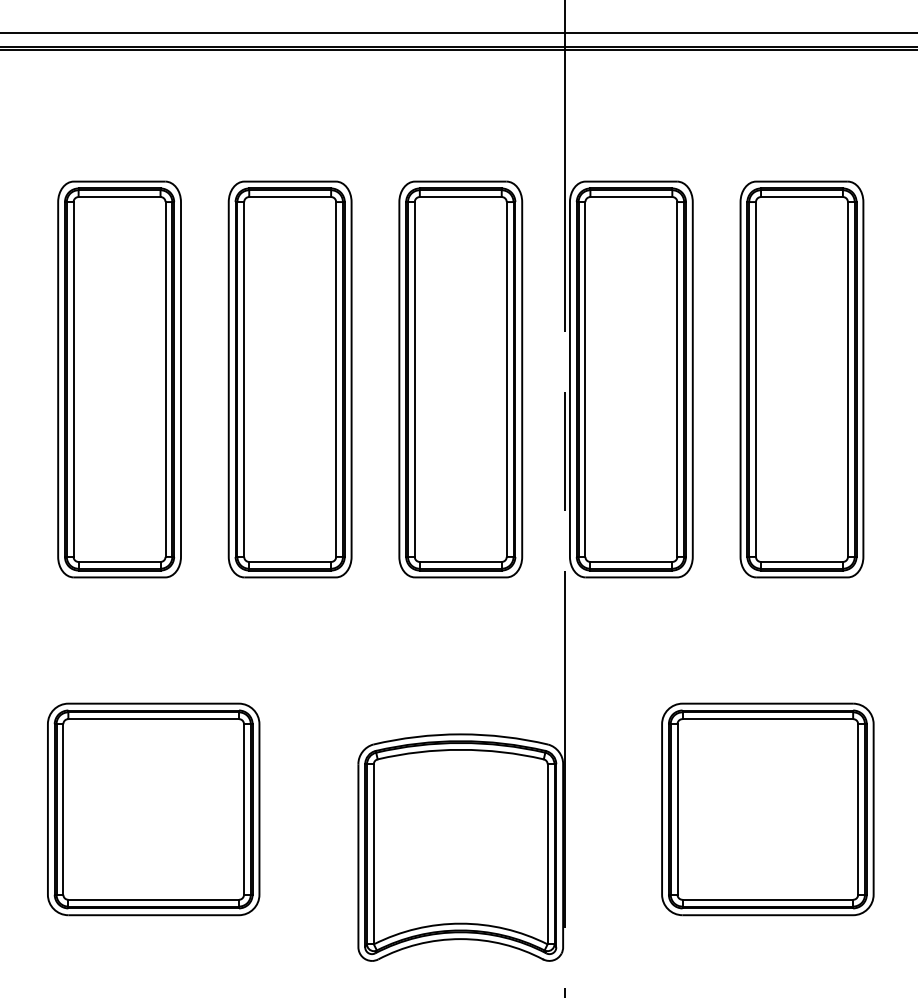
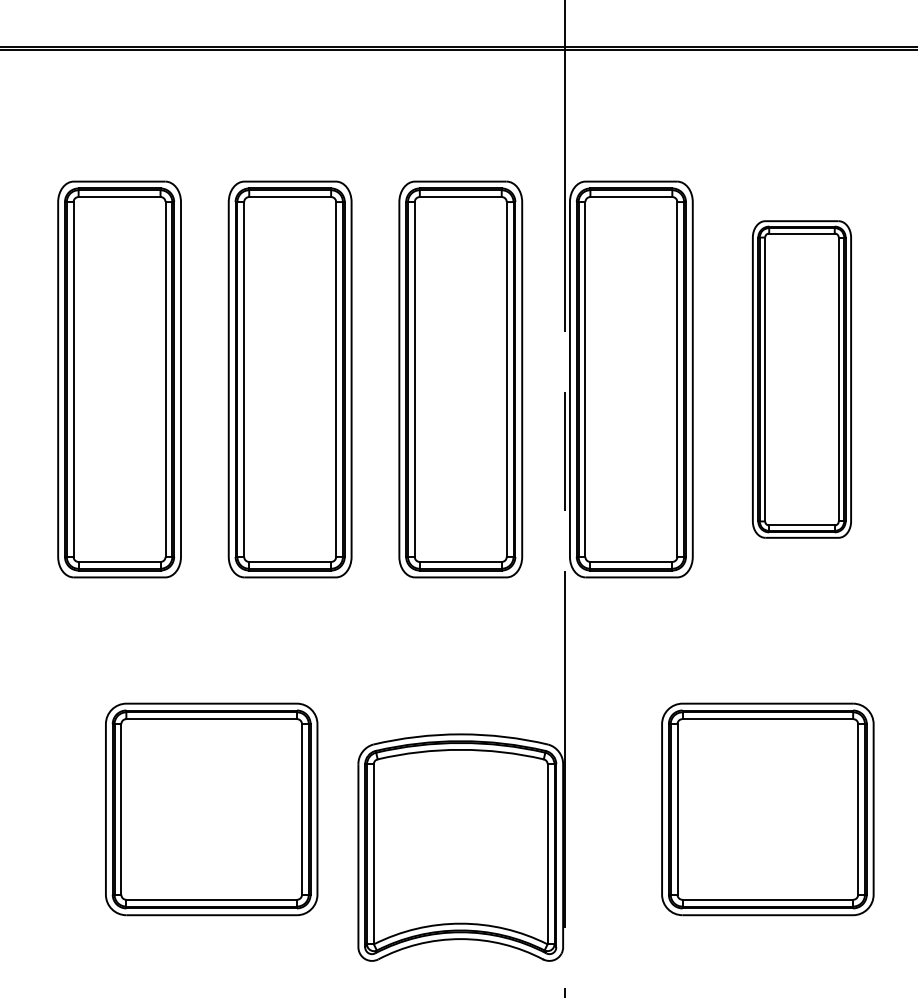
line at (458, 33): present -> none
part at (801, 379) size: 126x399 px -> 100x319 px
part at (153, 809) position: (153, 809) -> (211, 809)
